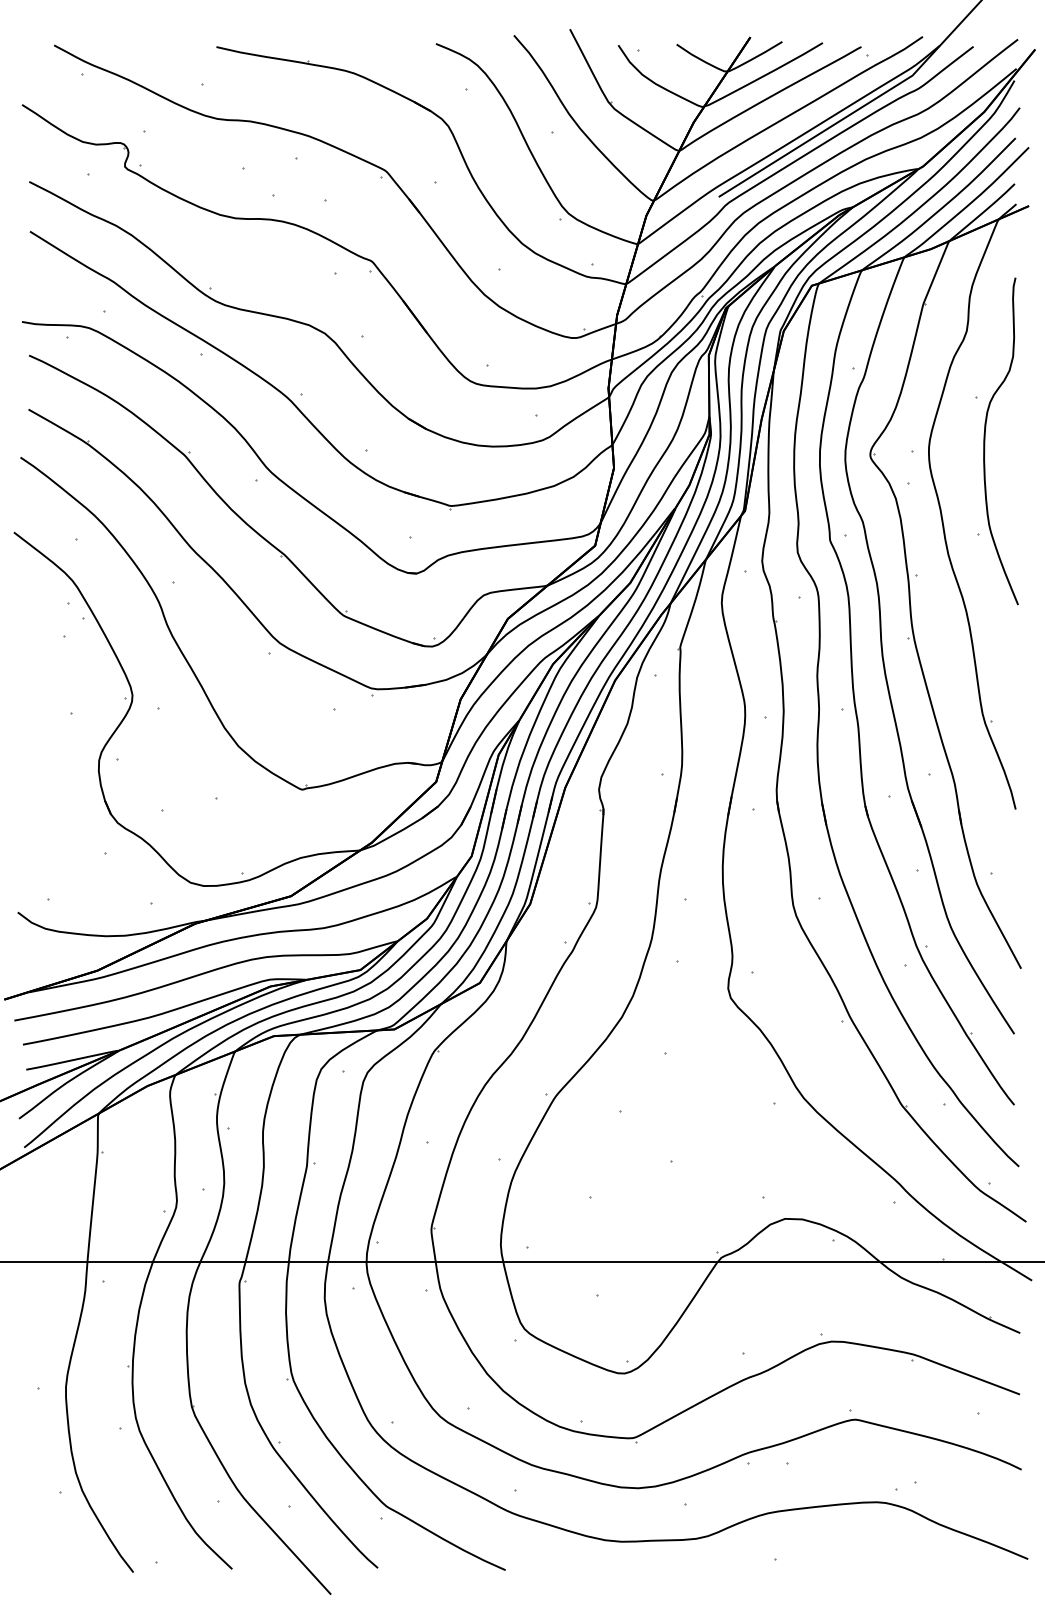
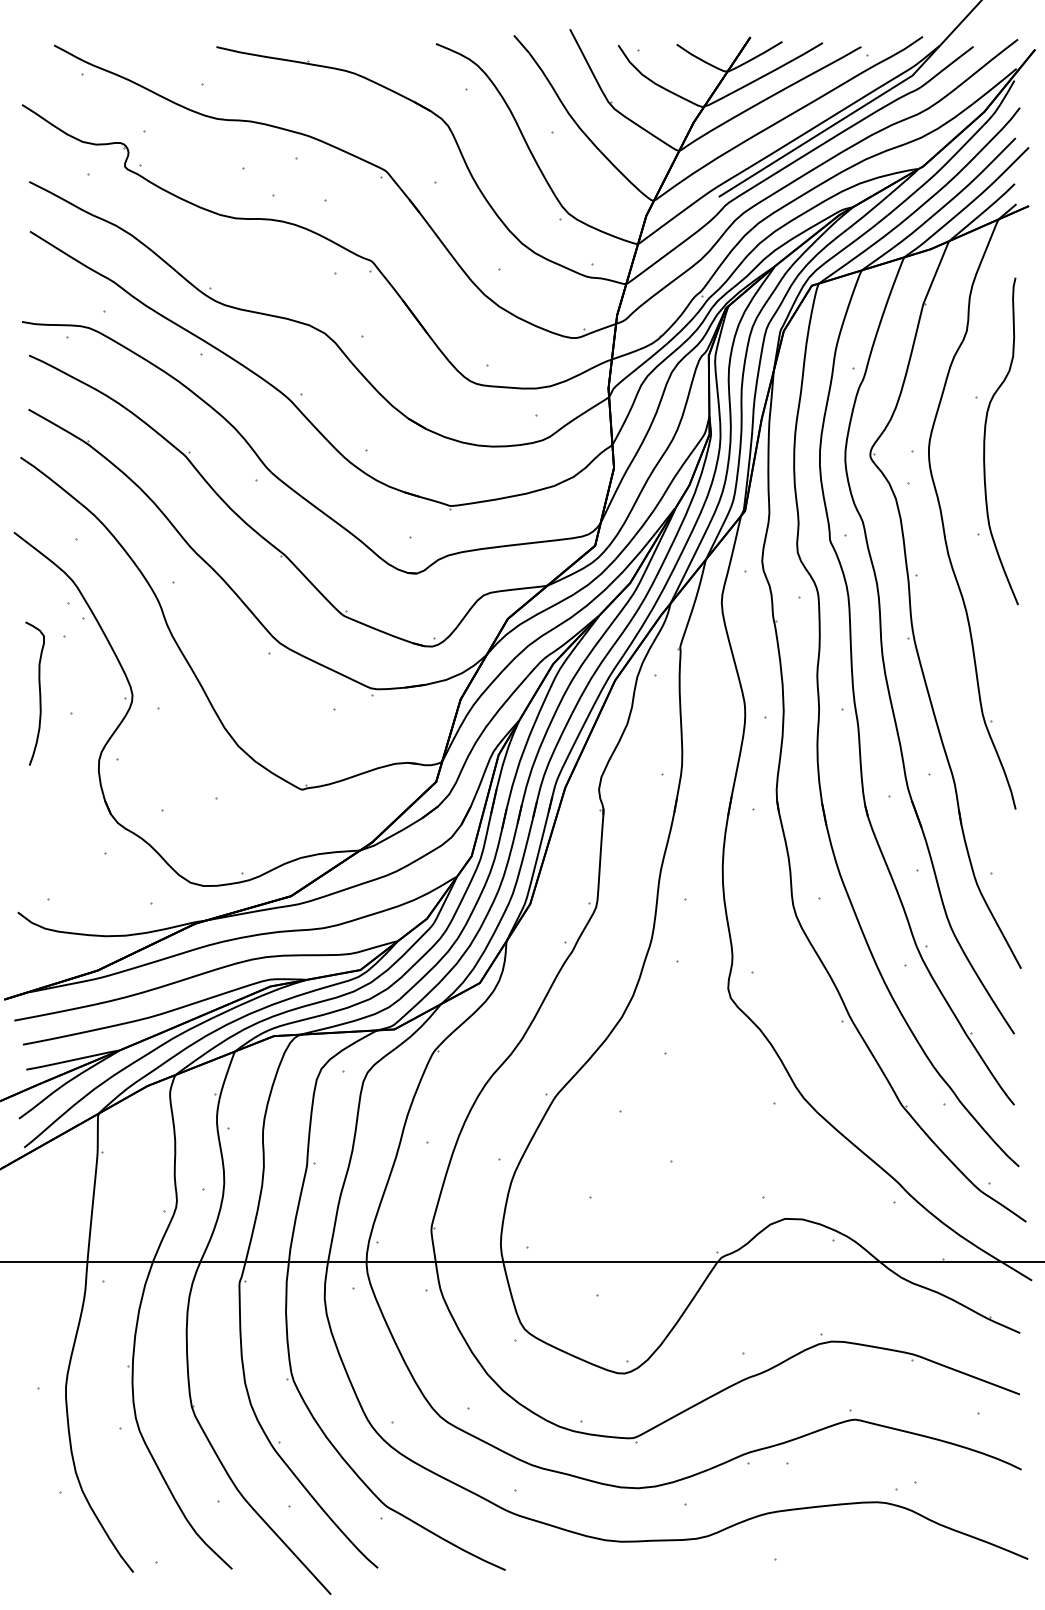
curve at (39, 693): none -> present
